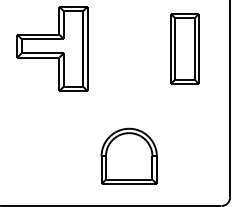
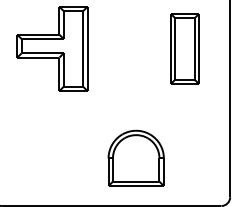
part at (128, 155) position: (128, 155) -> (135, 157)
